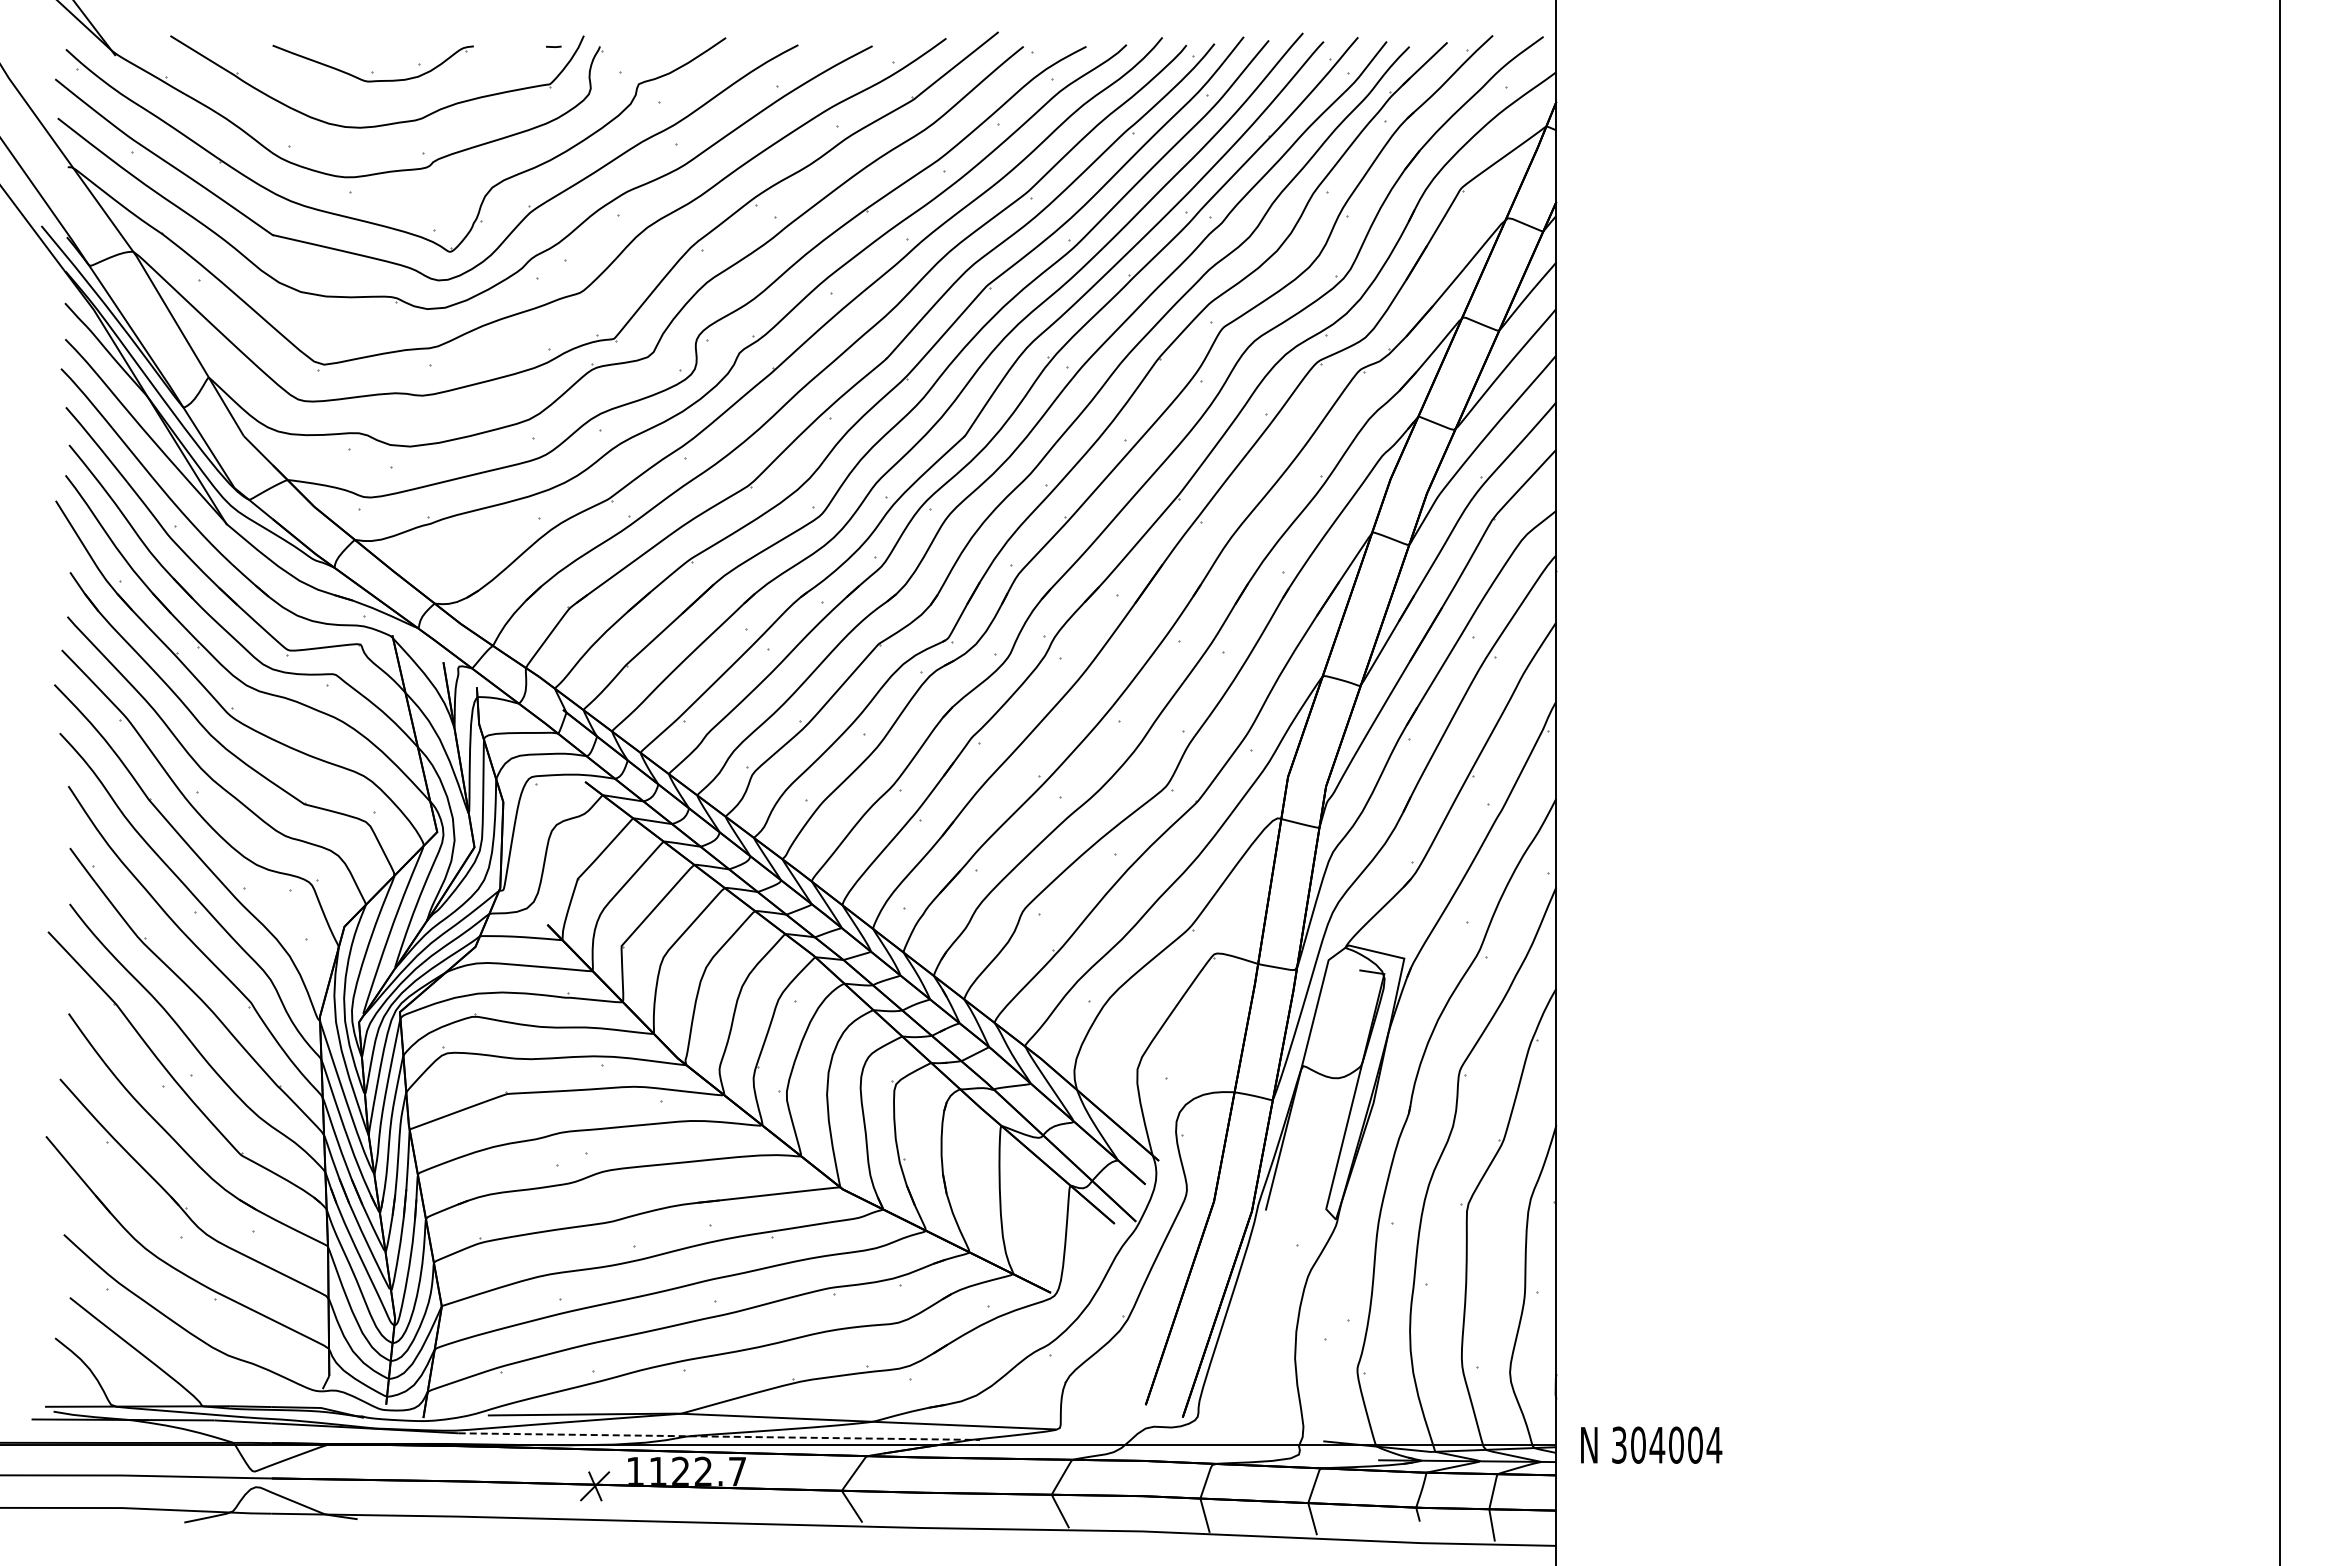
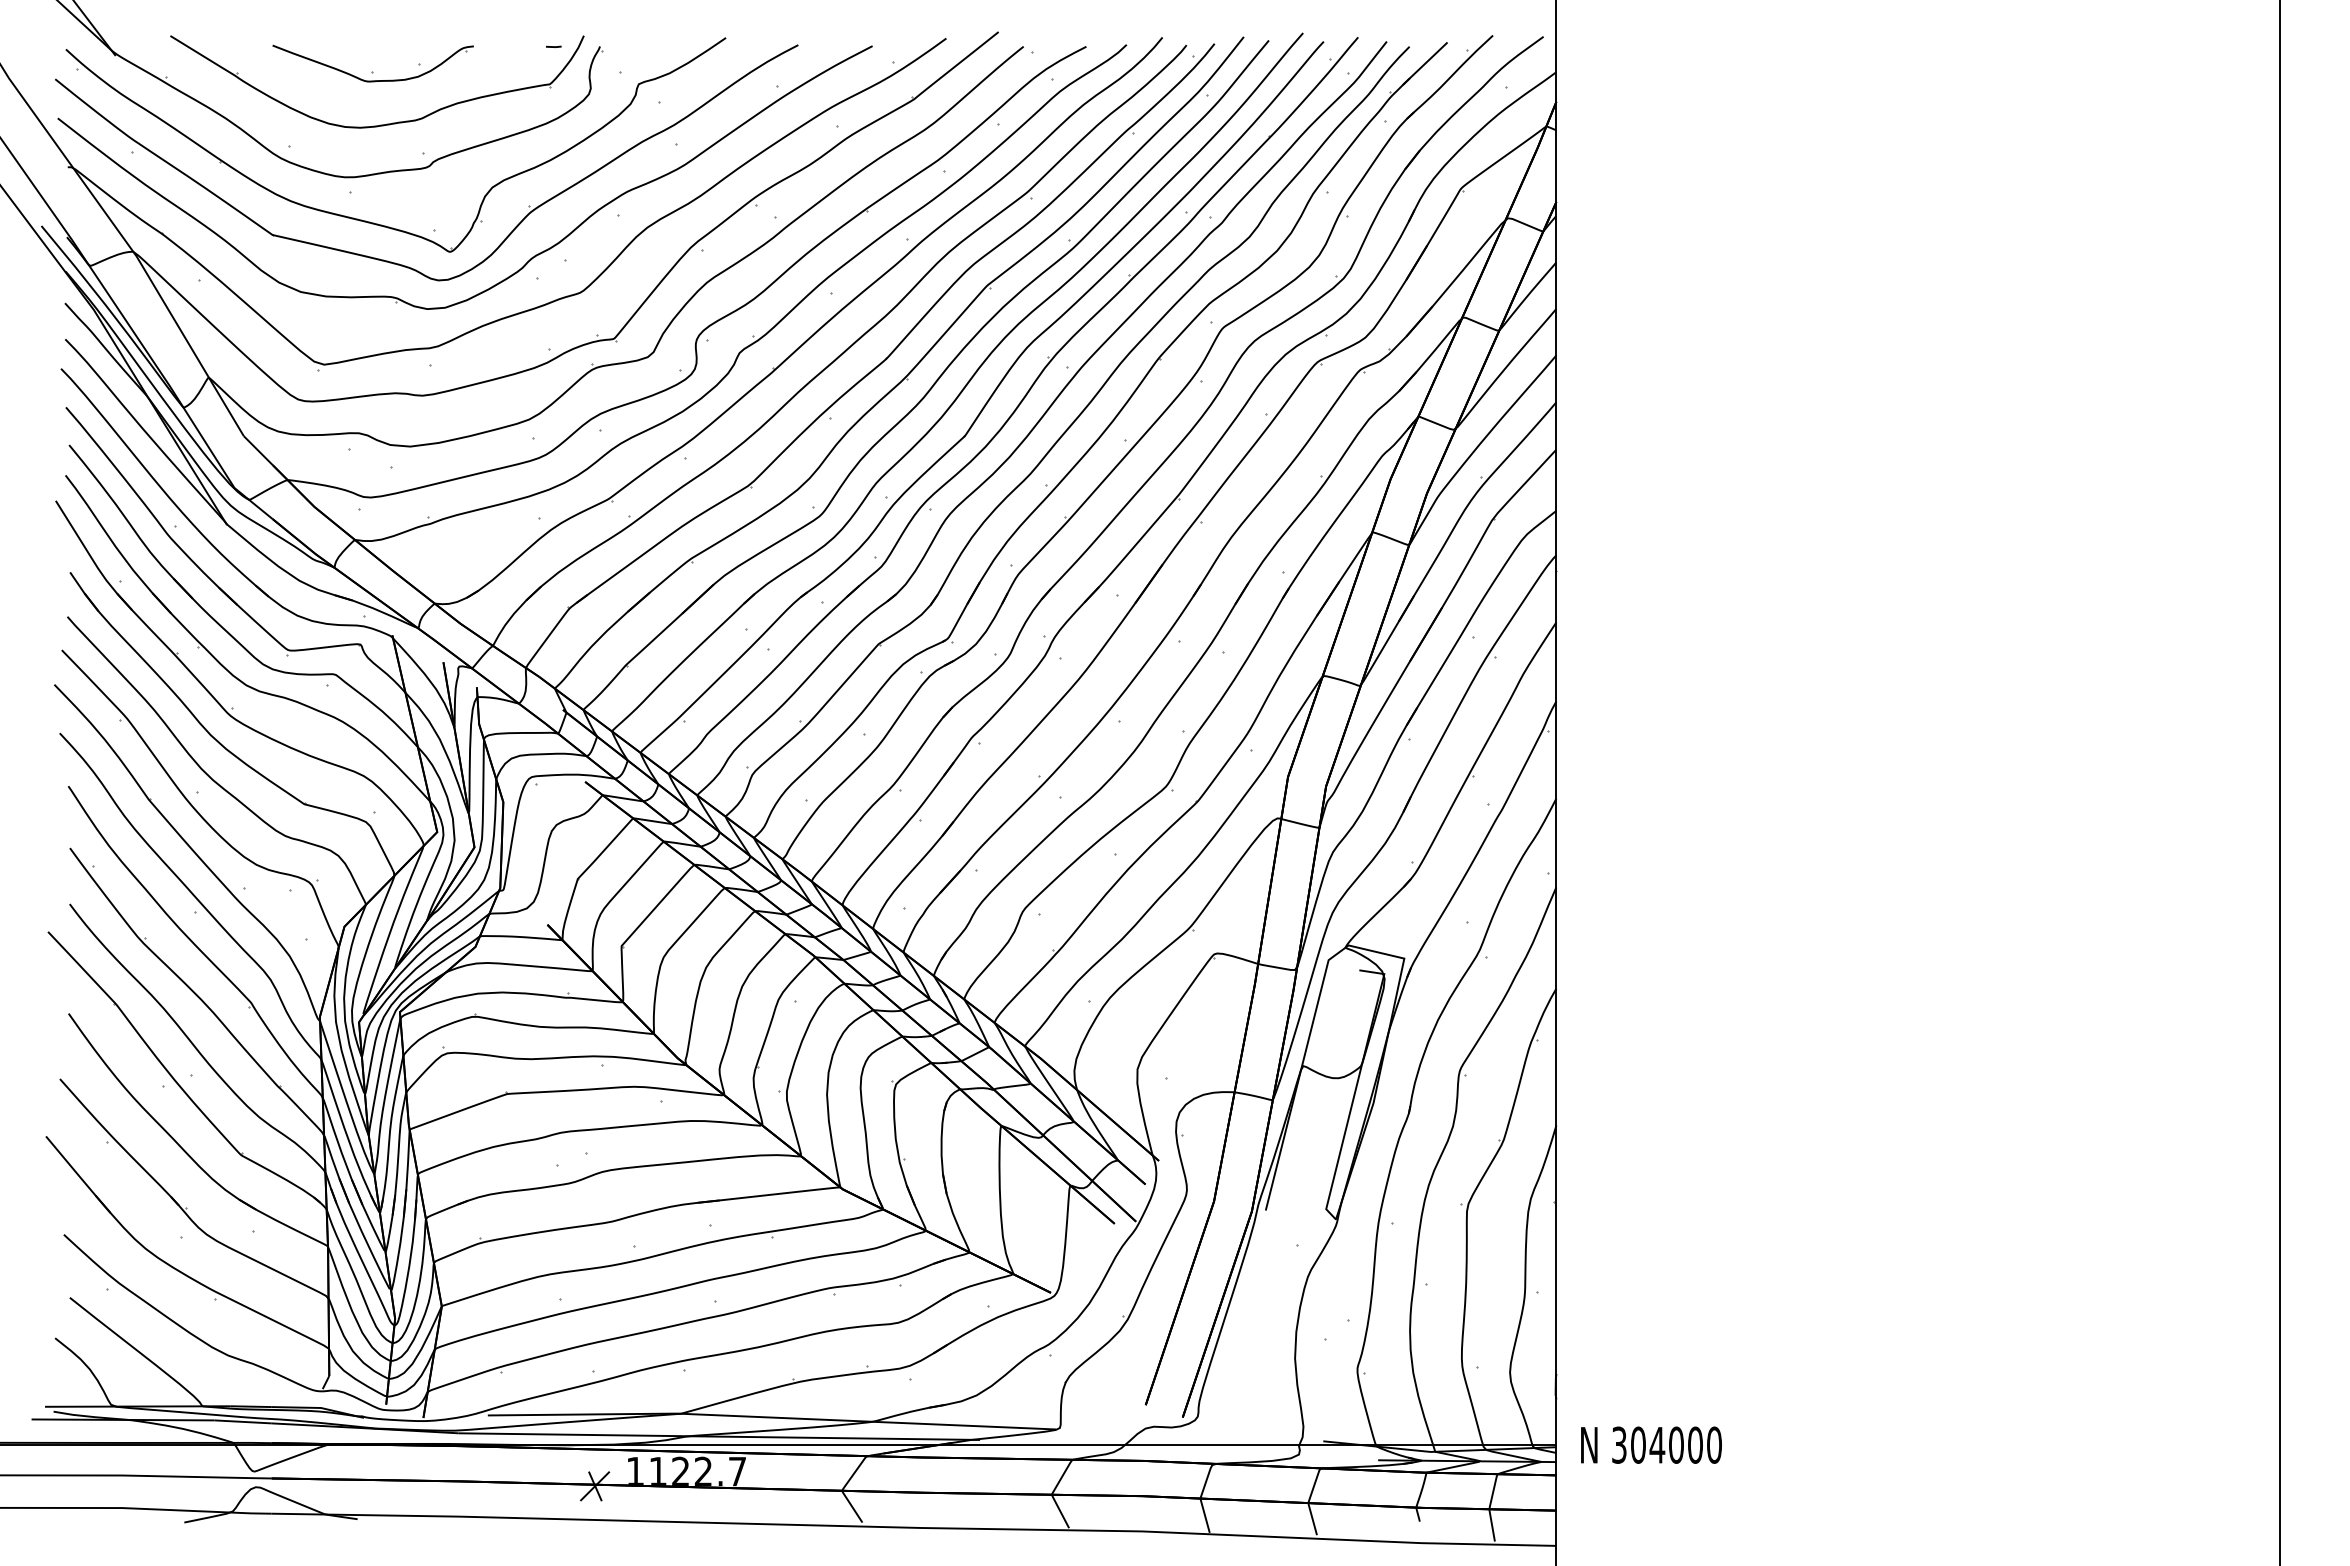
line at (719, 1436): dashed -> solid
text at (1714, 1444): 304004 -> 304000
